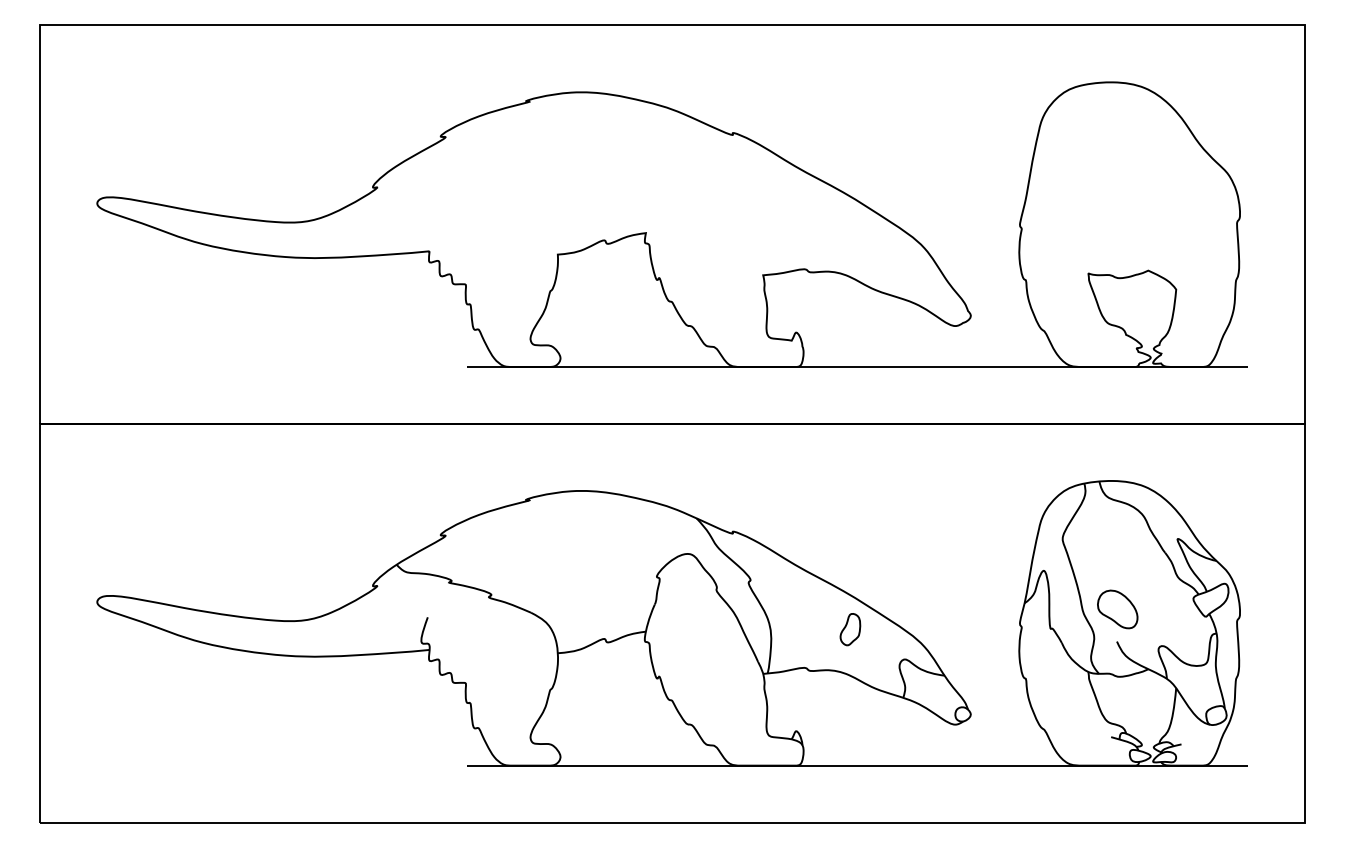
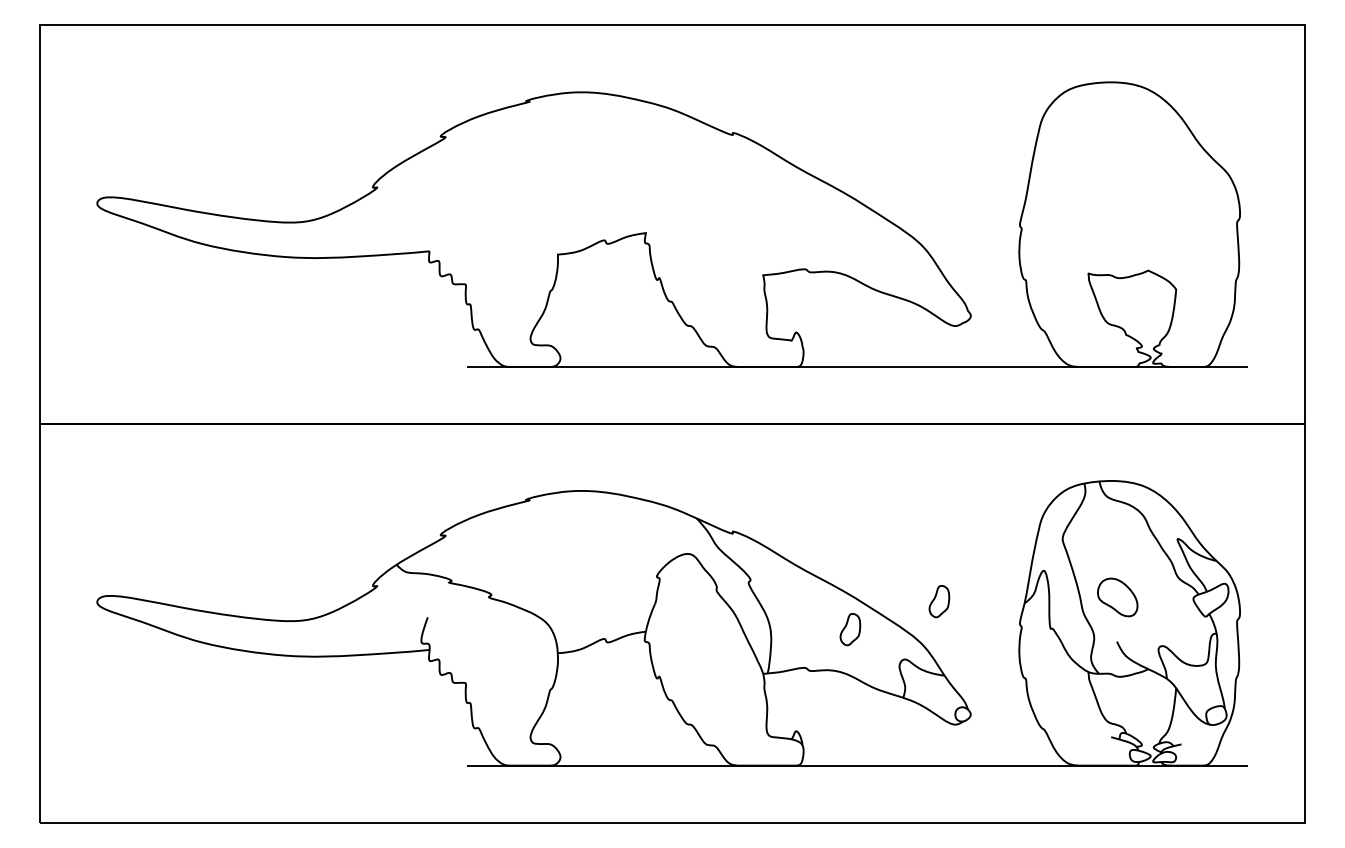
part at (939, 601): none -> present
part at (1117, 609) position: (1117, 609) -> (1117, 597)
